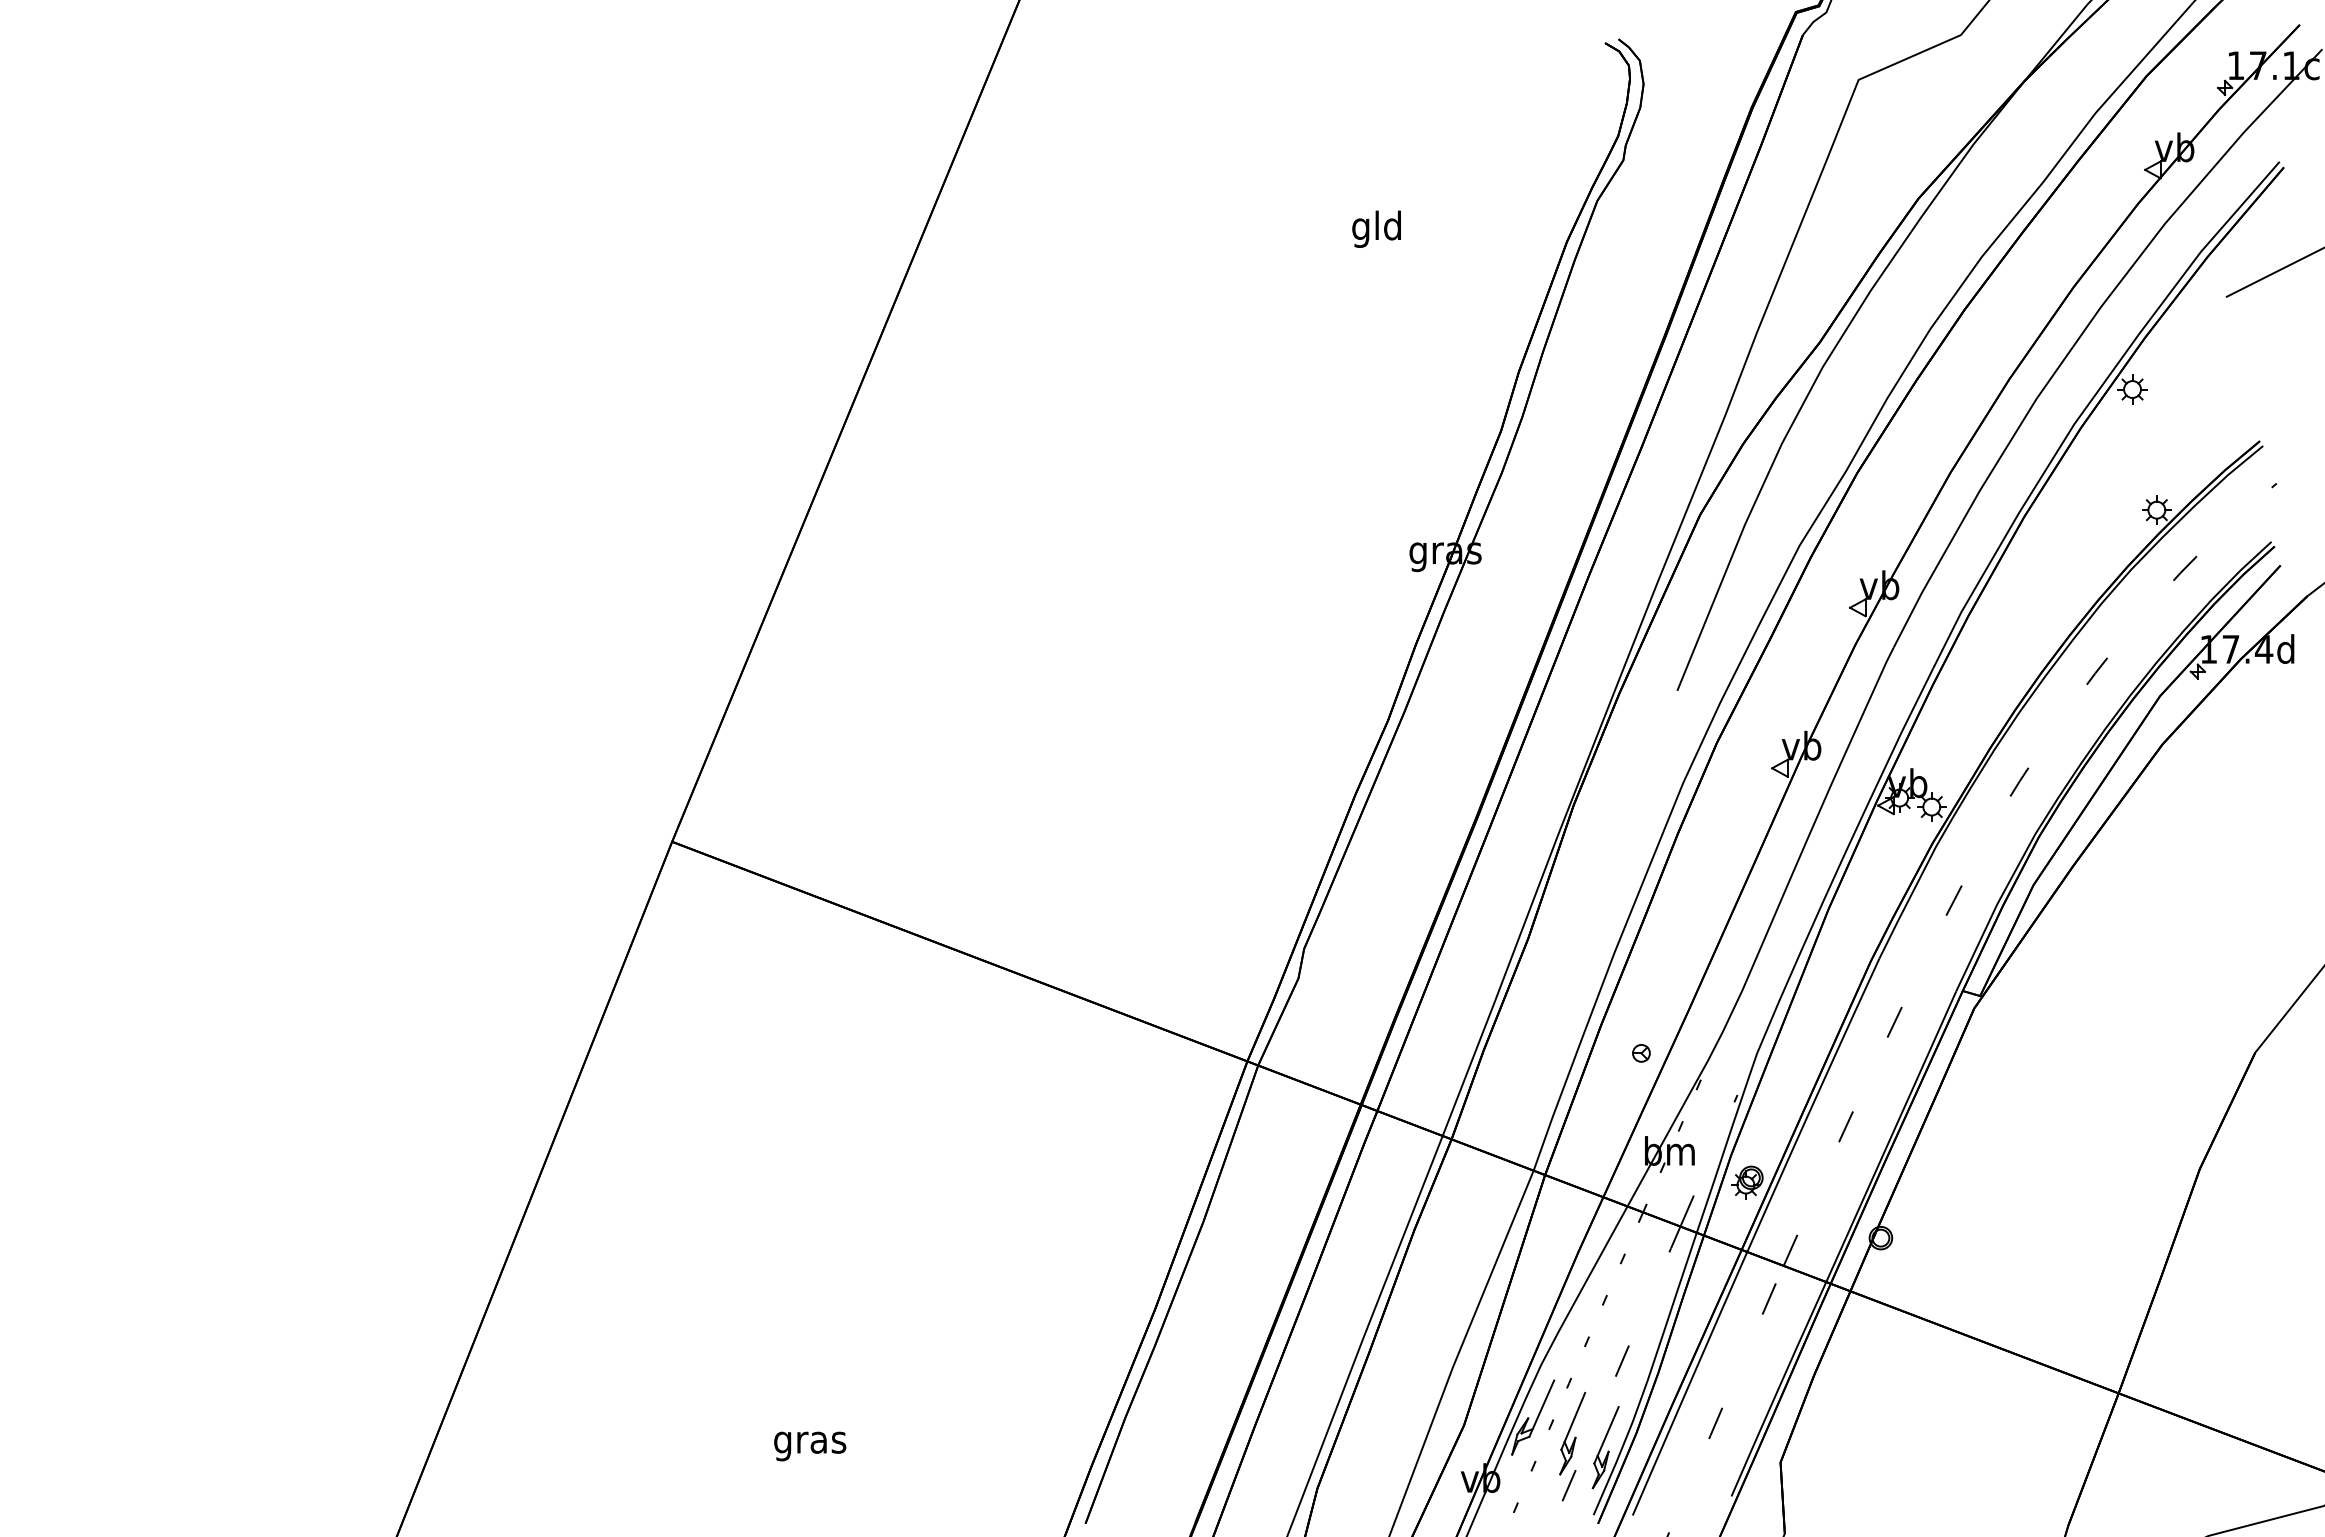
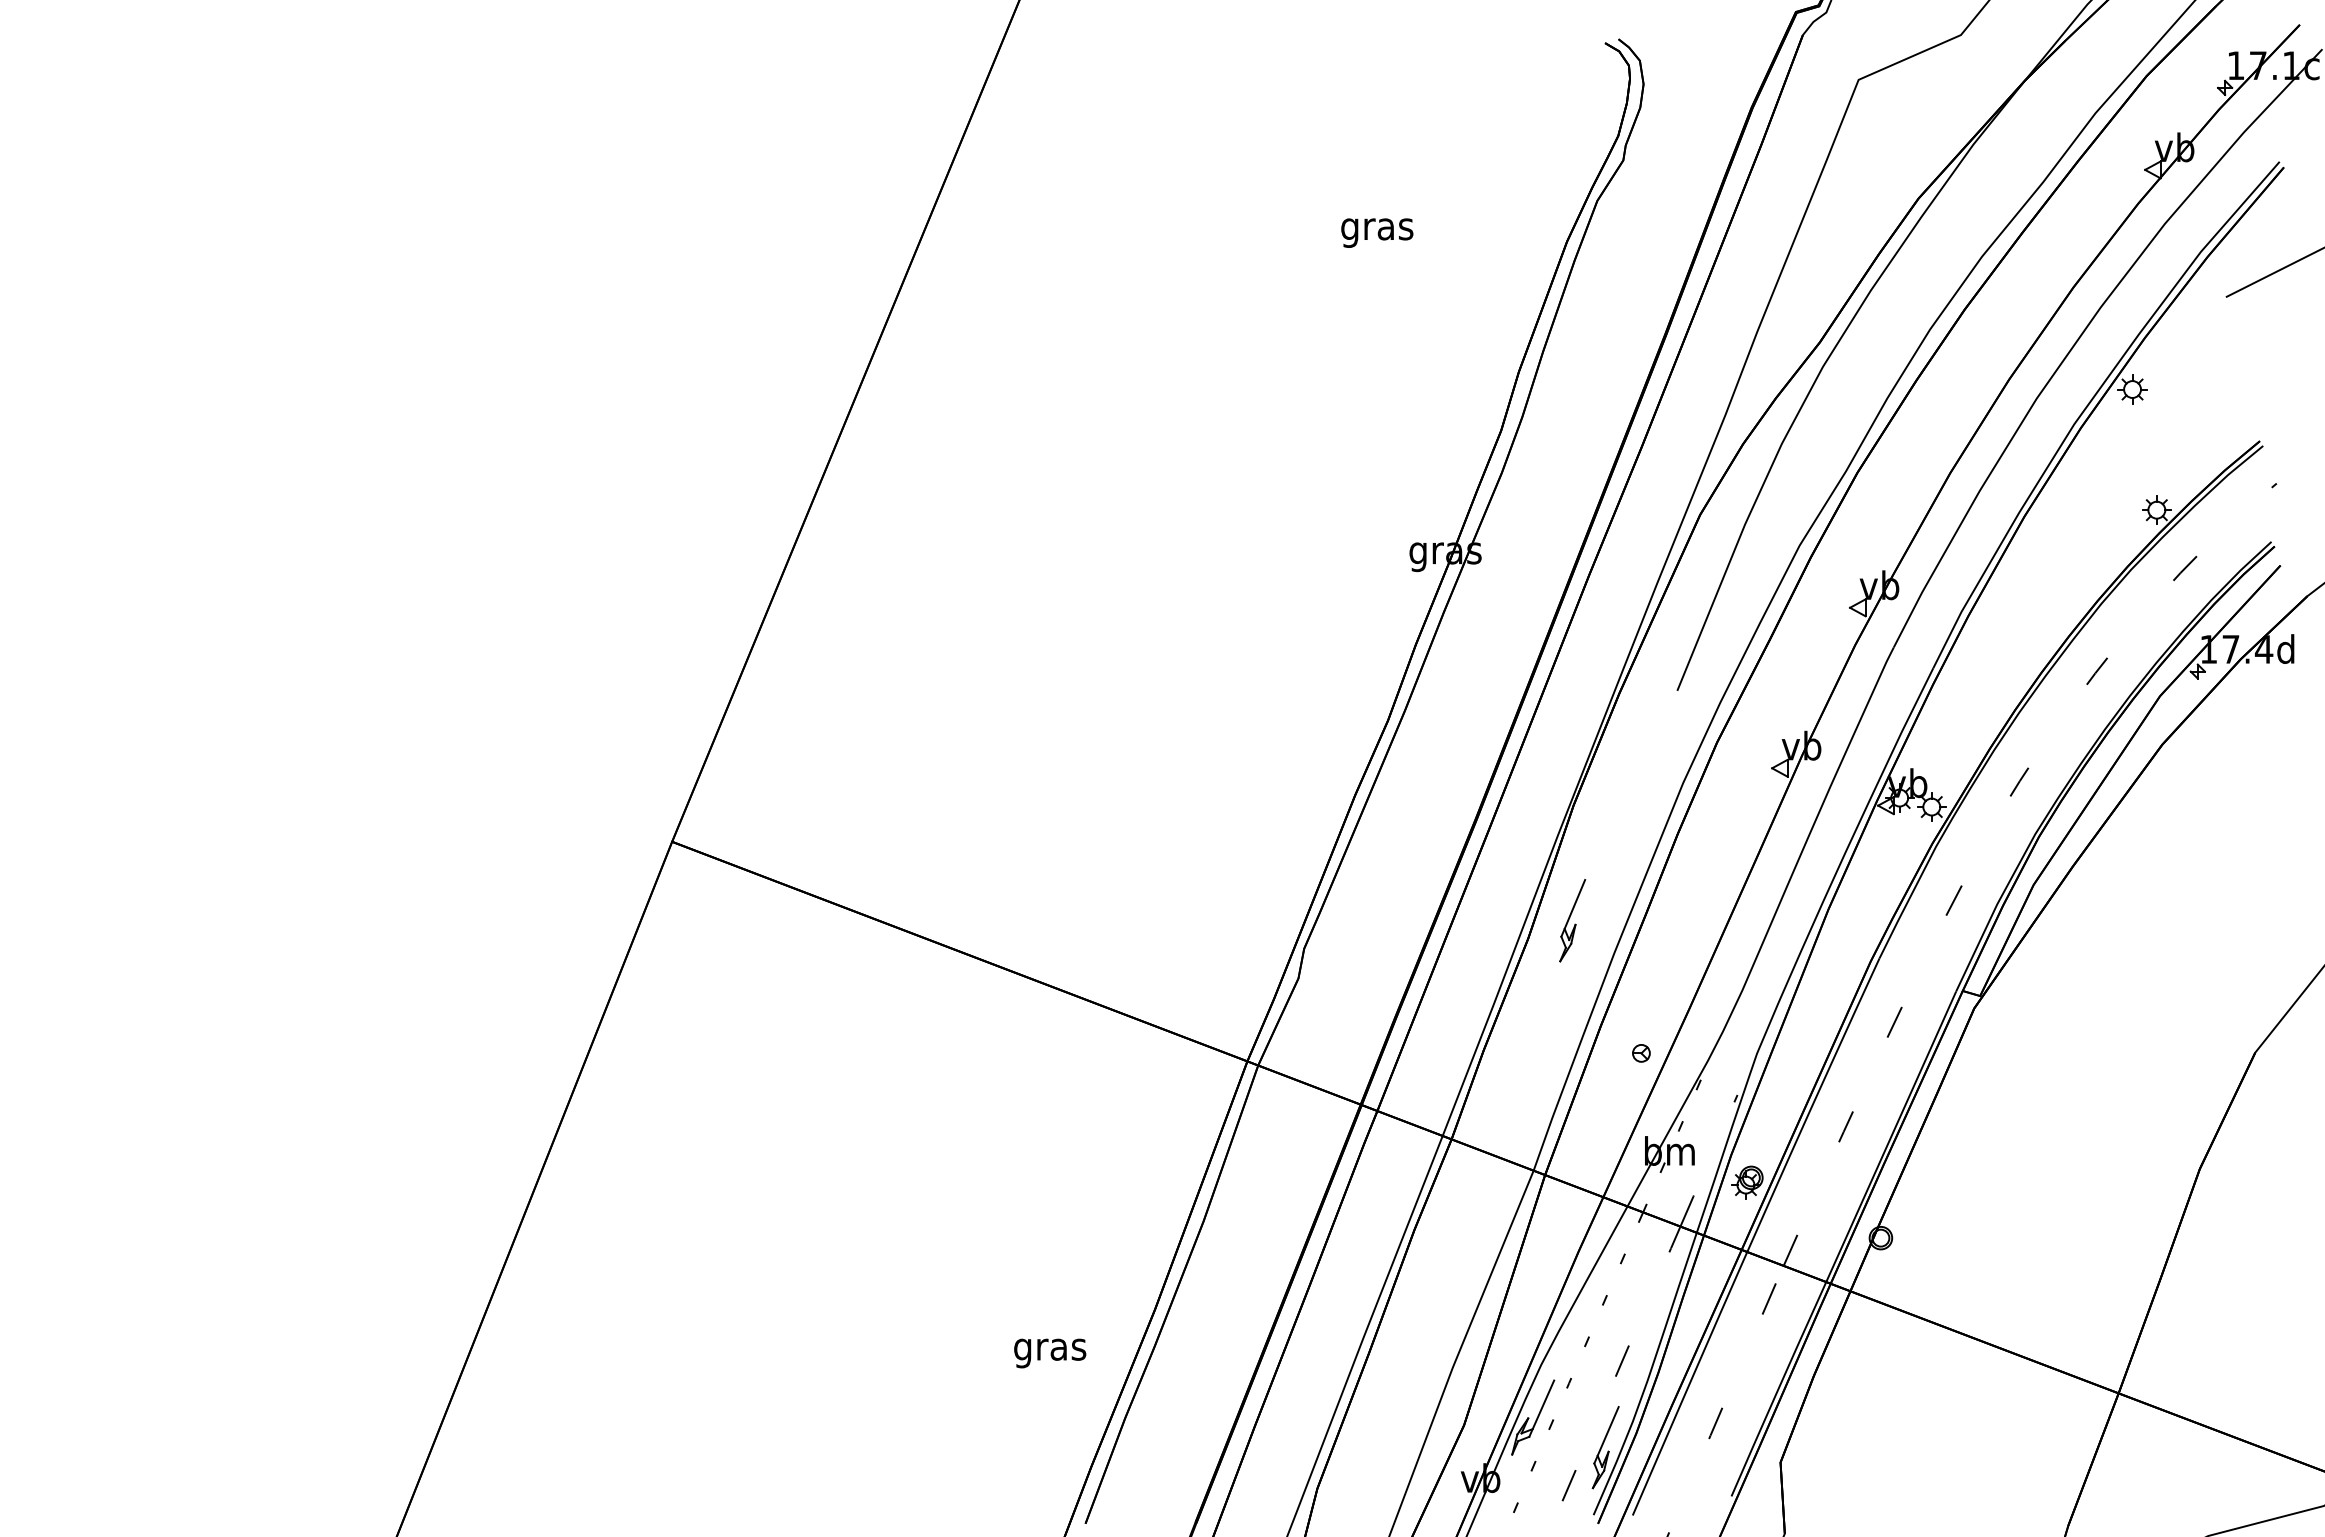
text at (1377, 228): gld -> gras
part at (1572, 1433) position: (1572, 1433) -> (1572, 920)
text at (810, 1446) position: (810, 1446) -> (1050, 1353)
